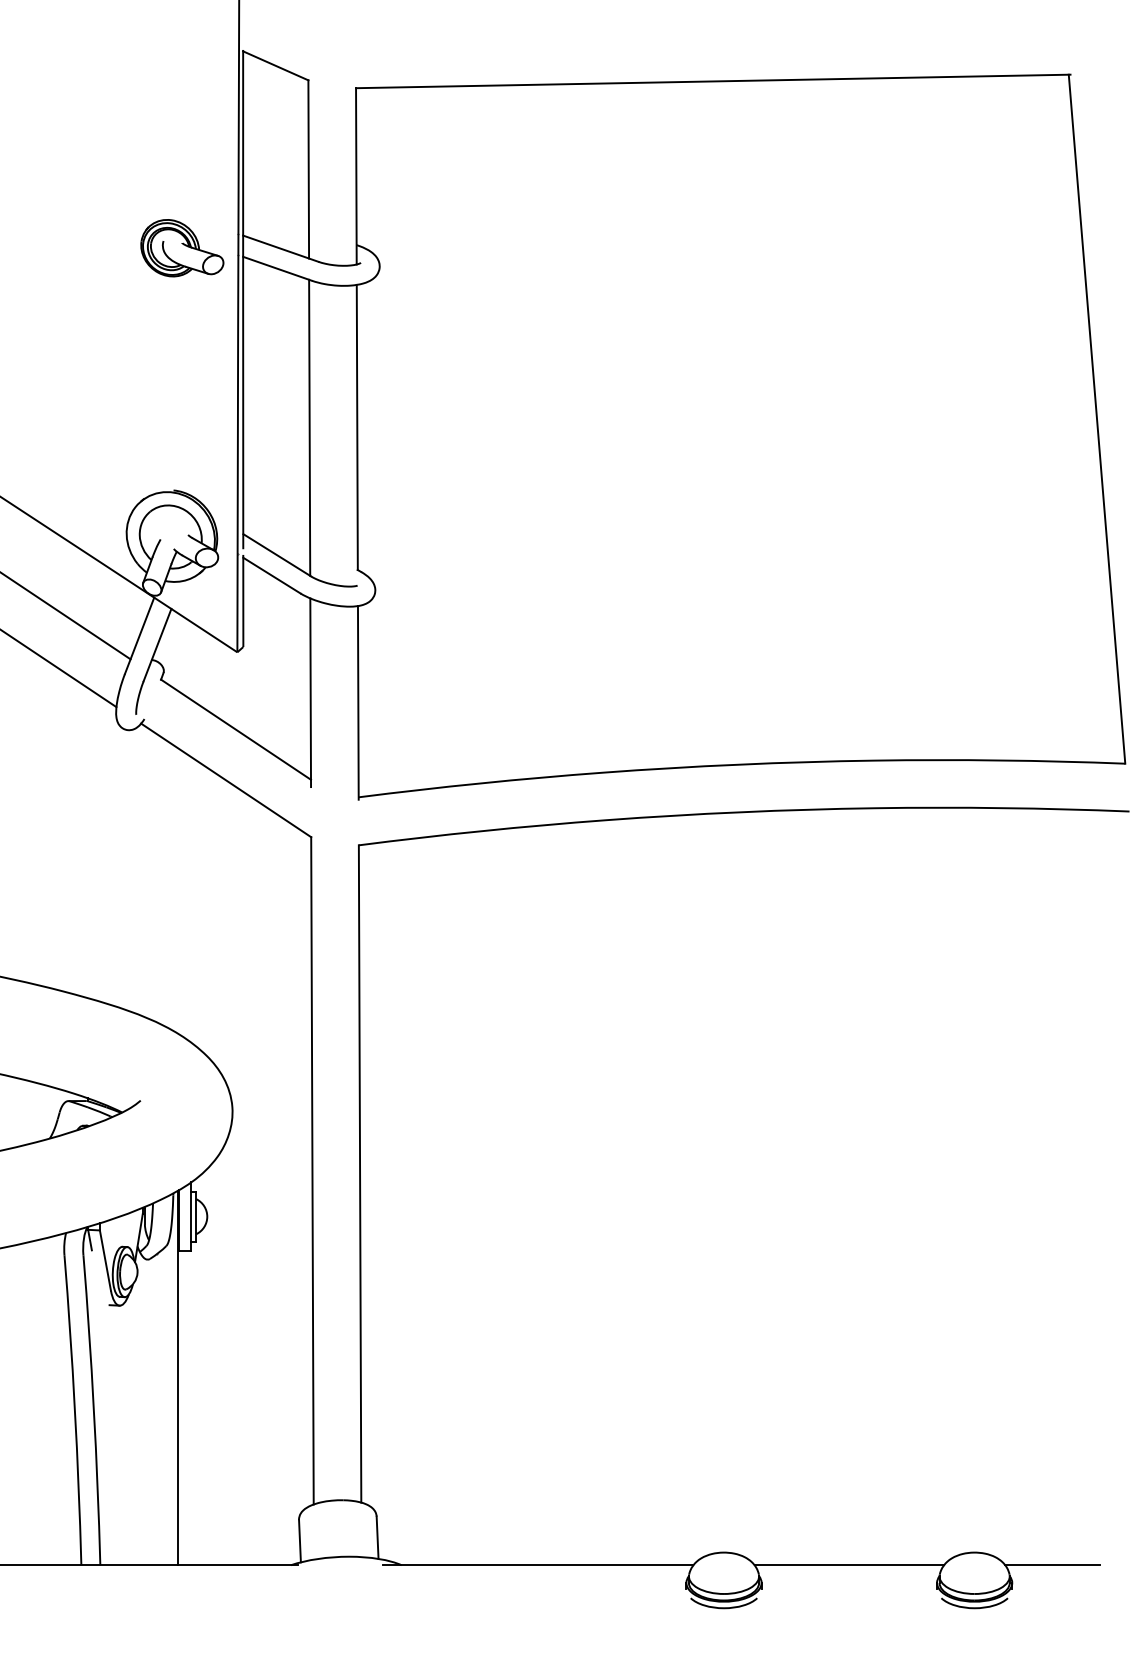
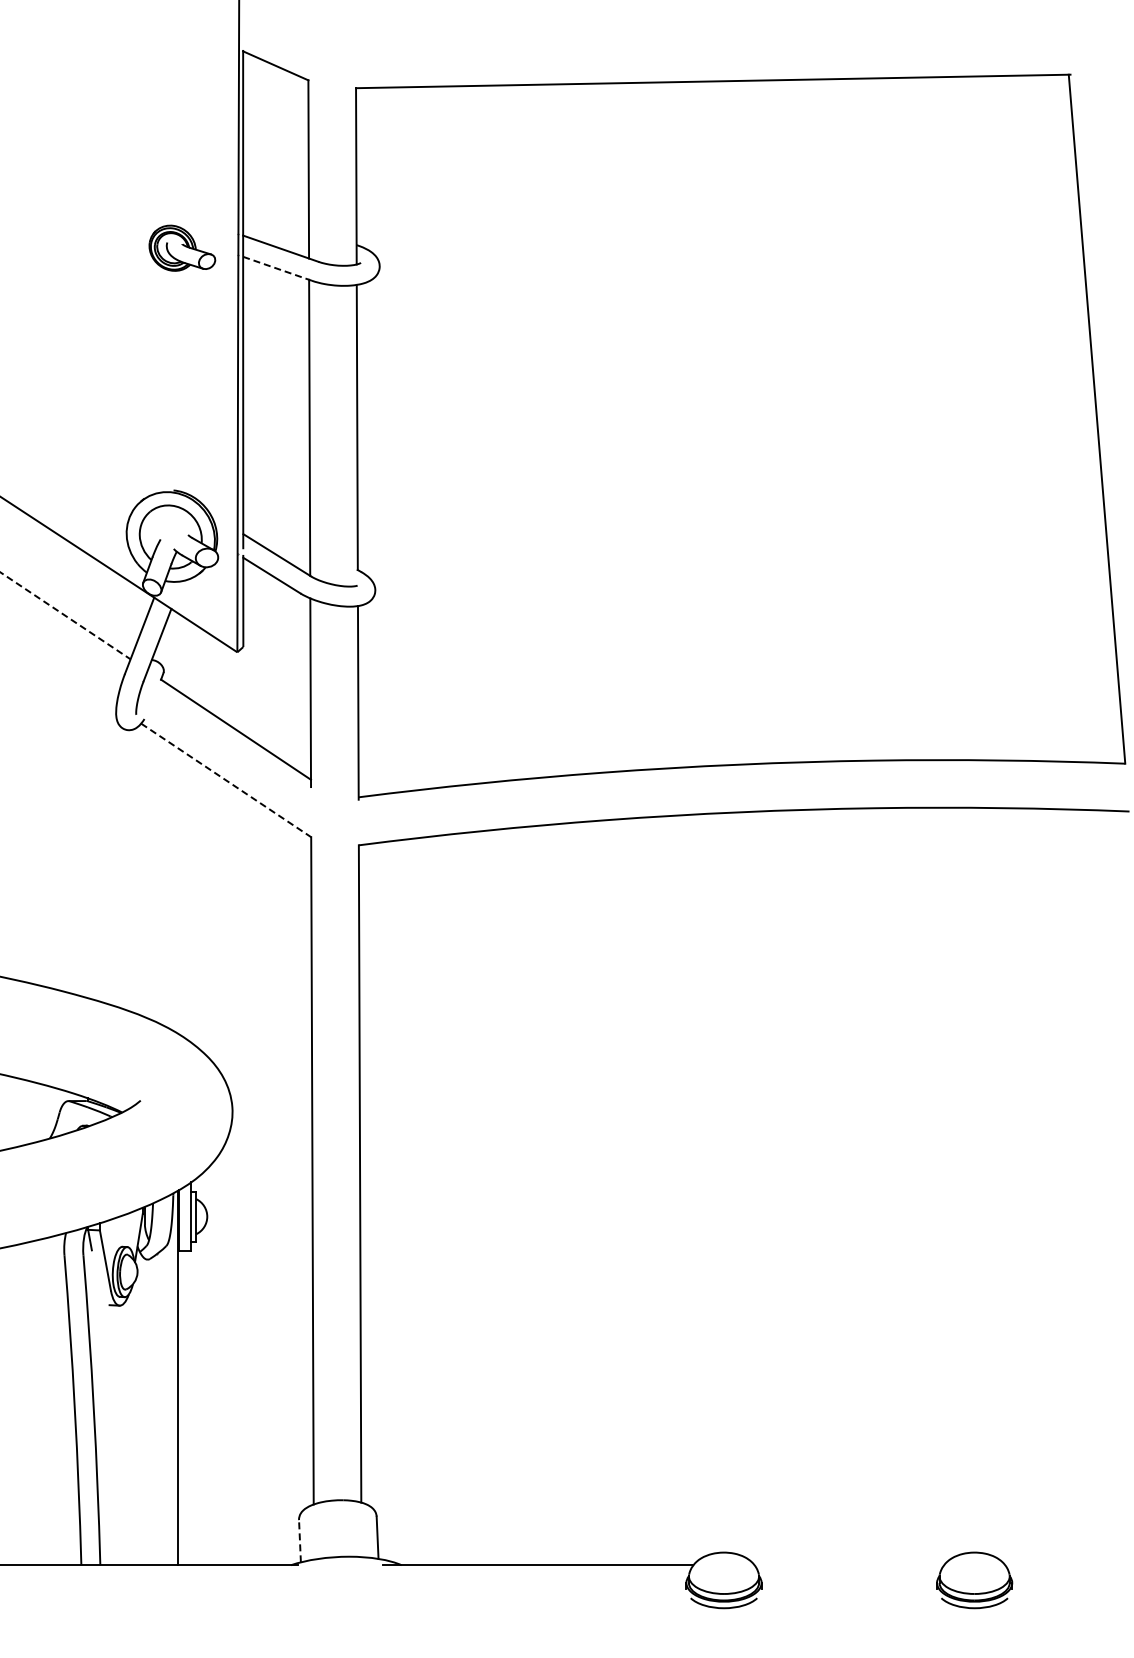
part at (182, 248) size: 85x59 px -> 69x48 px
line at (278, 268): solid -> dashed
line at (65, 616): solid -> dashed
line at (59, 669): present -> none
line at (226, 780): solid -> dashed
line at (299, 1540): solid -> dashed
line at (849, 1565): present -> none
line at (1052, 1565): present -> none
